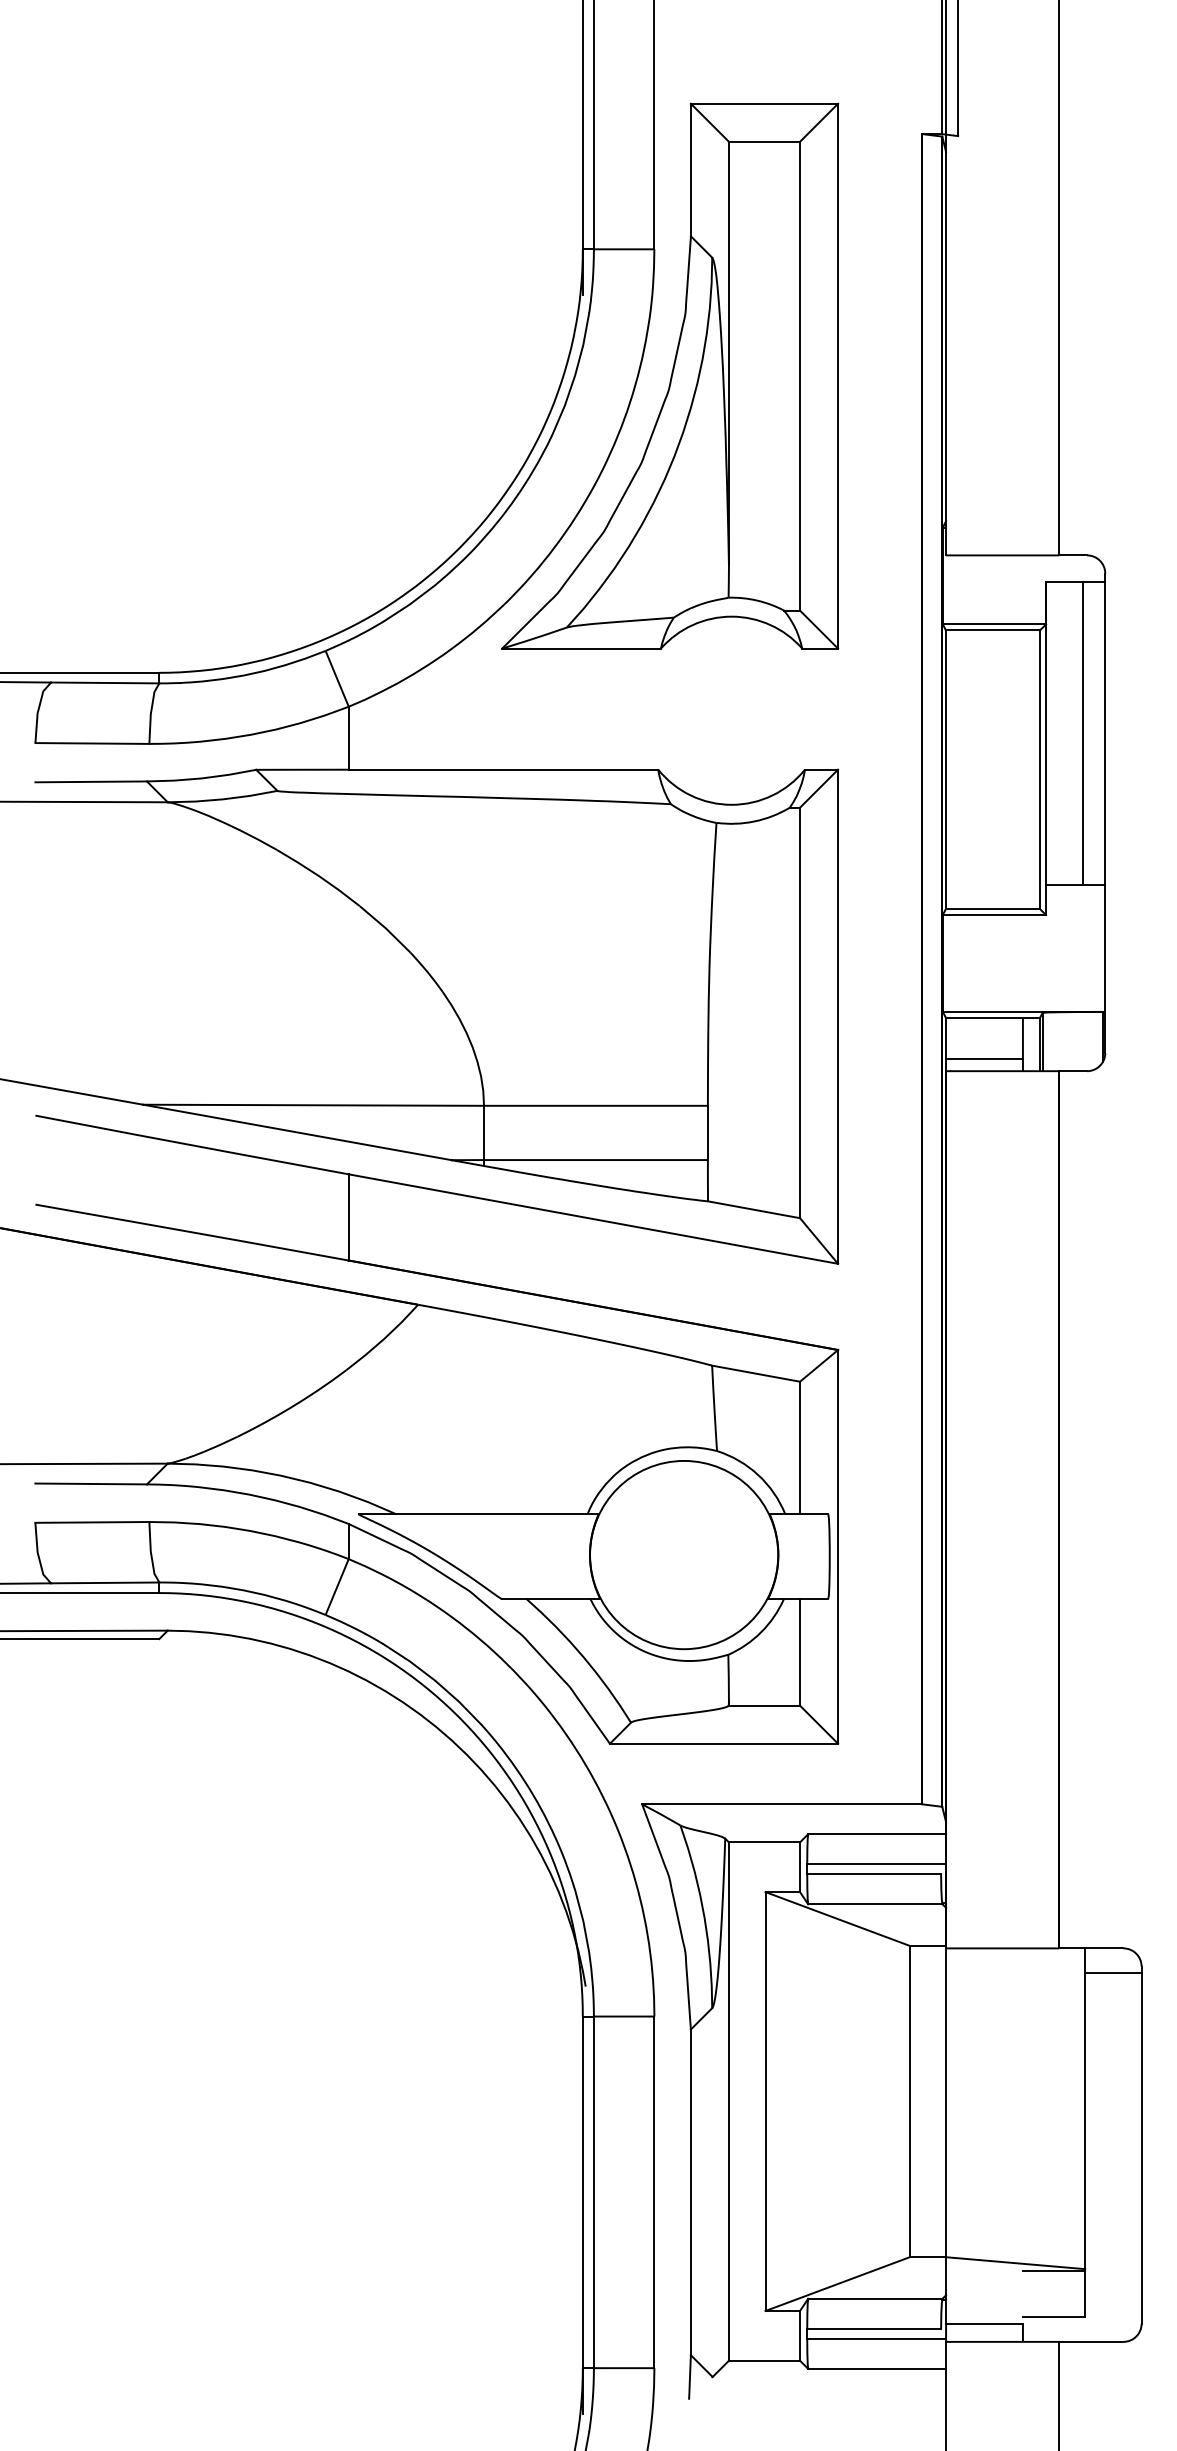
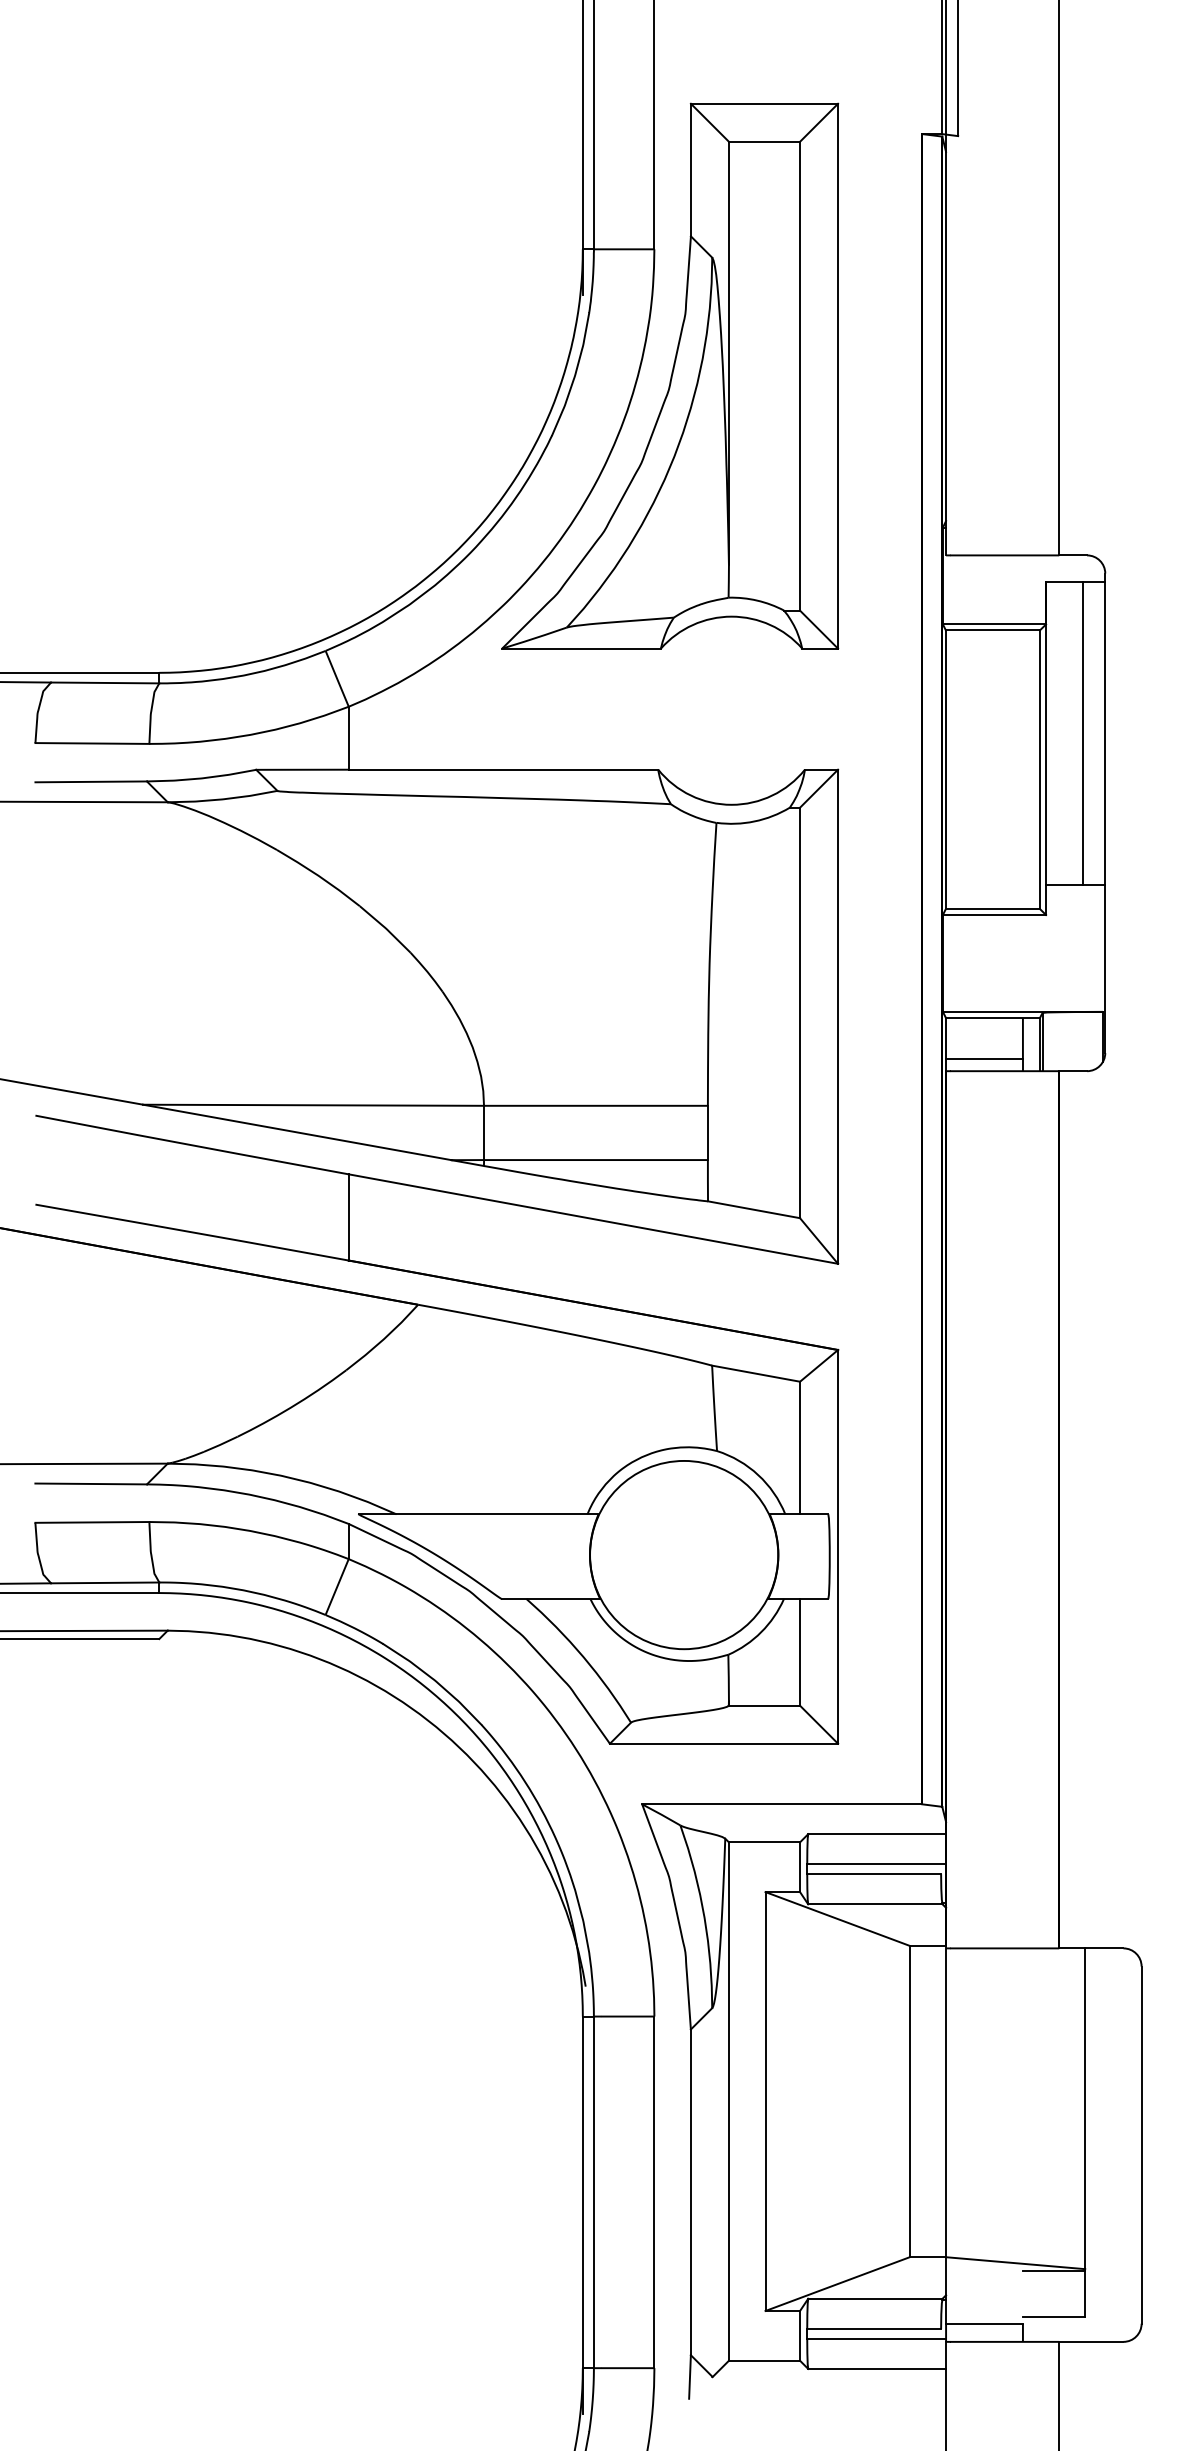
line at (1113, 1972): present -> none
